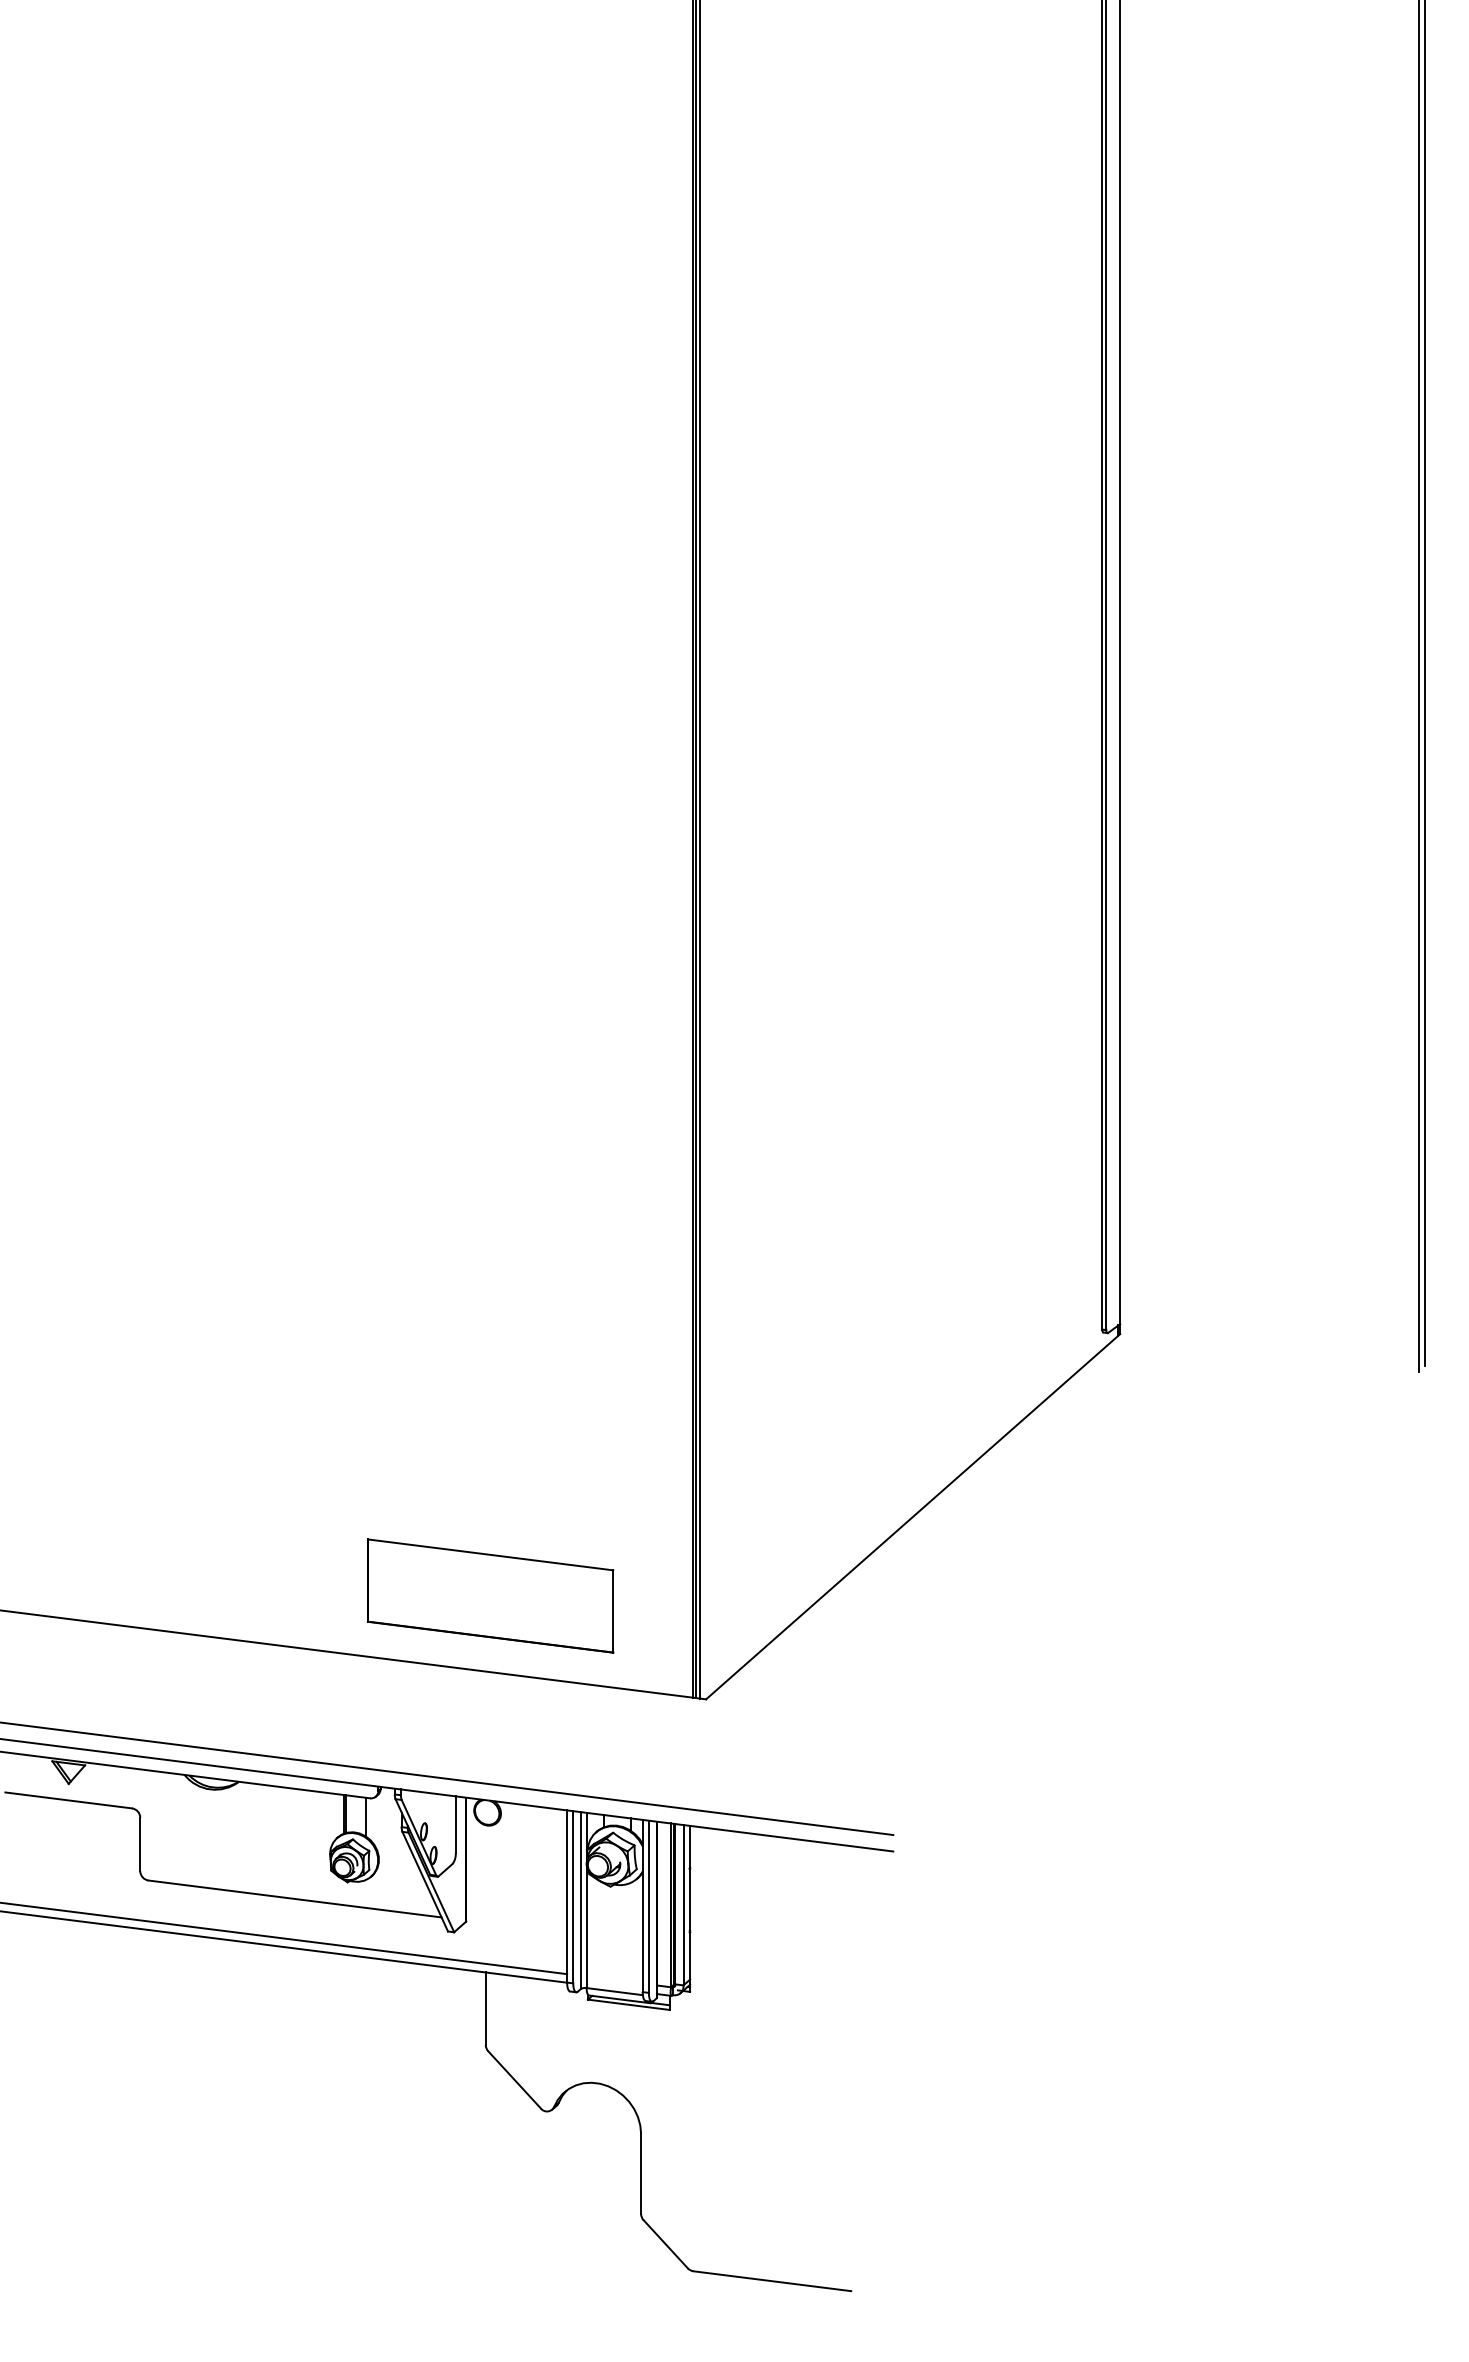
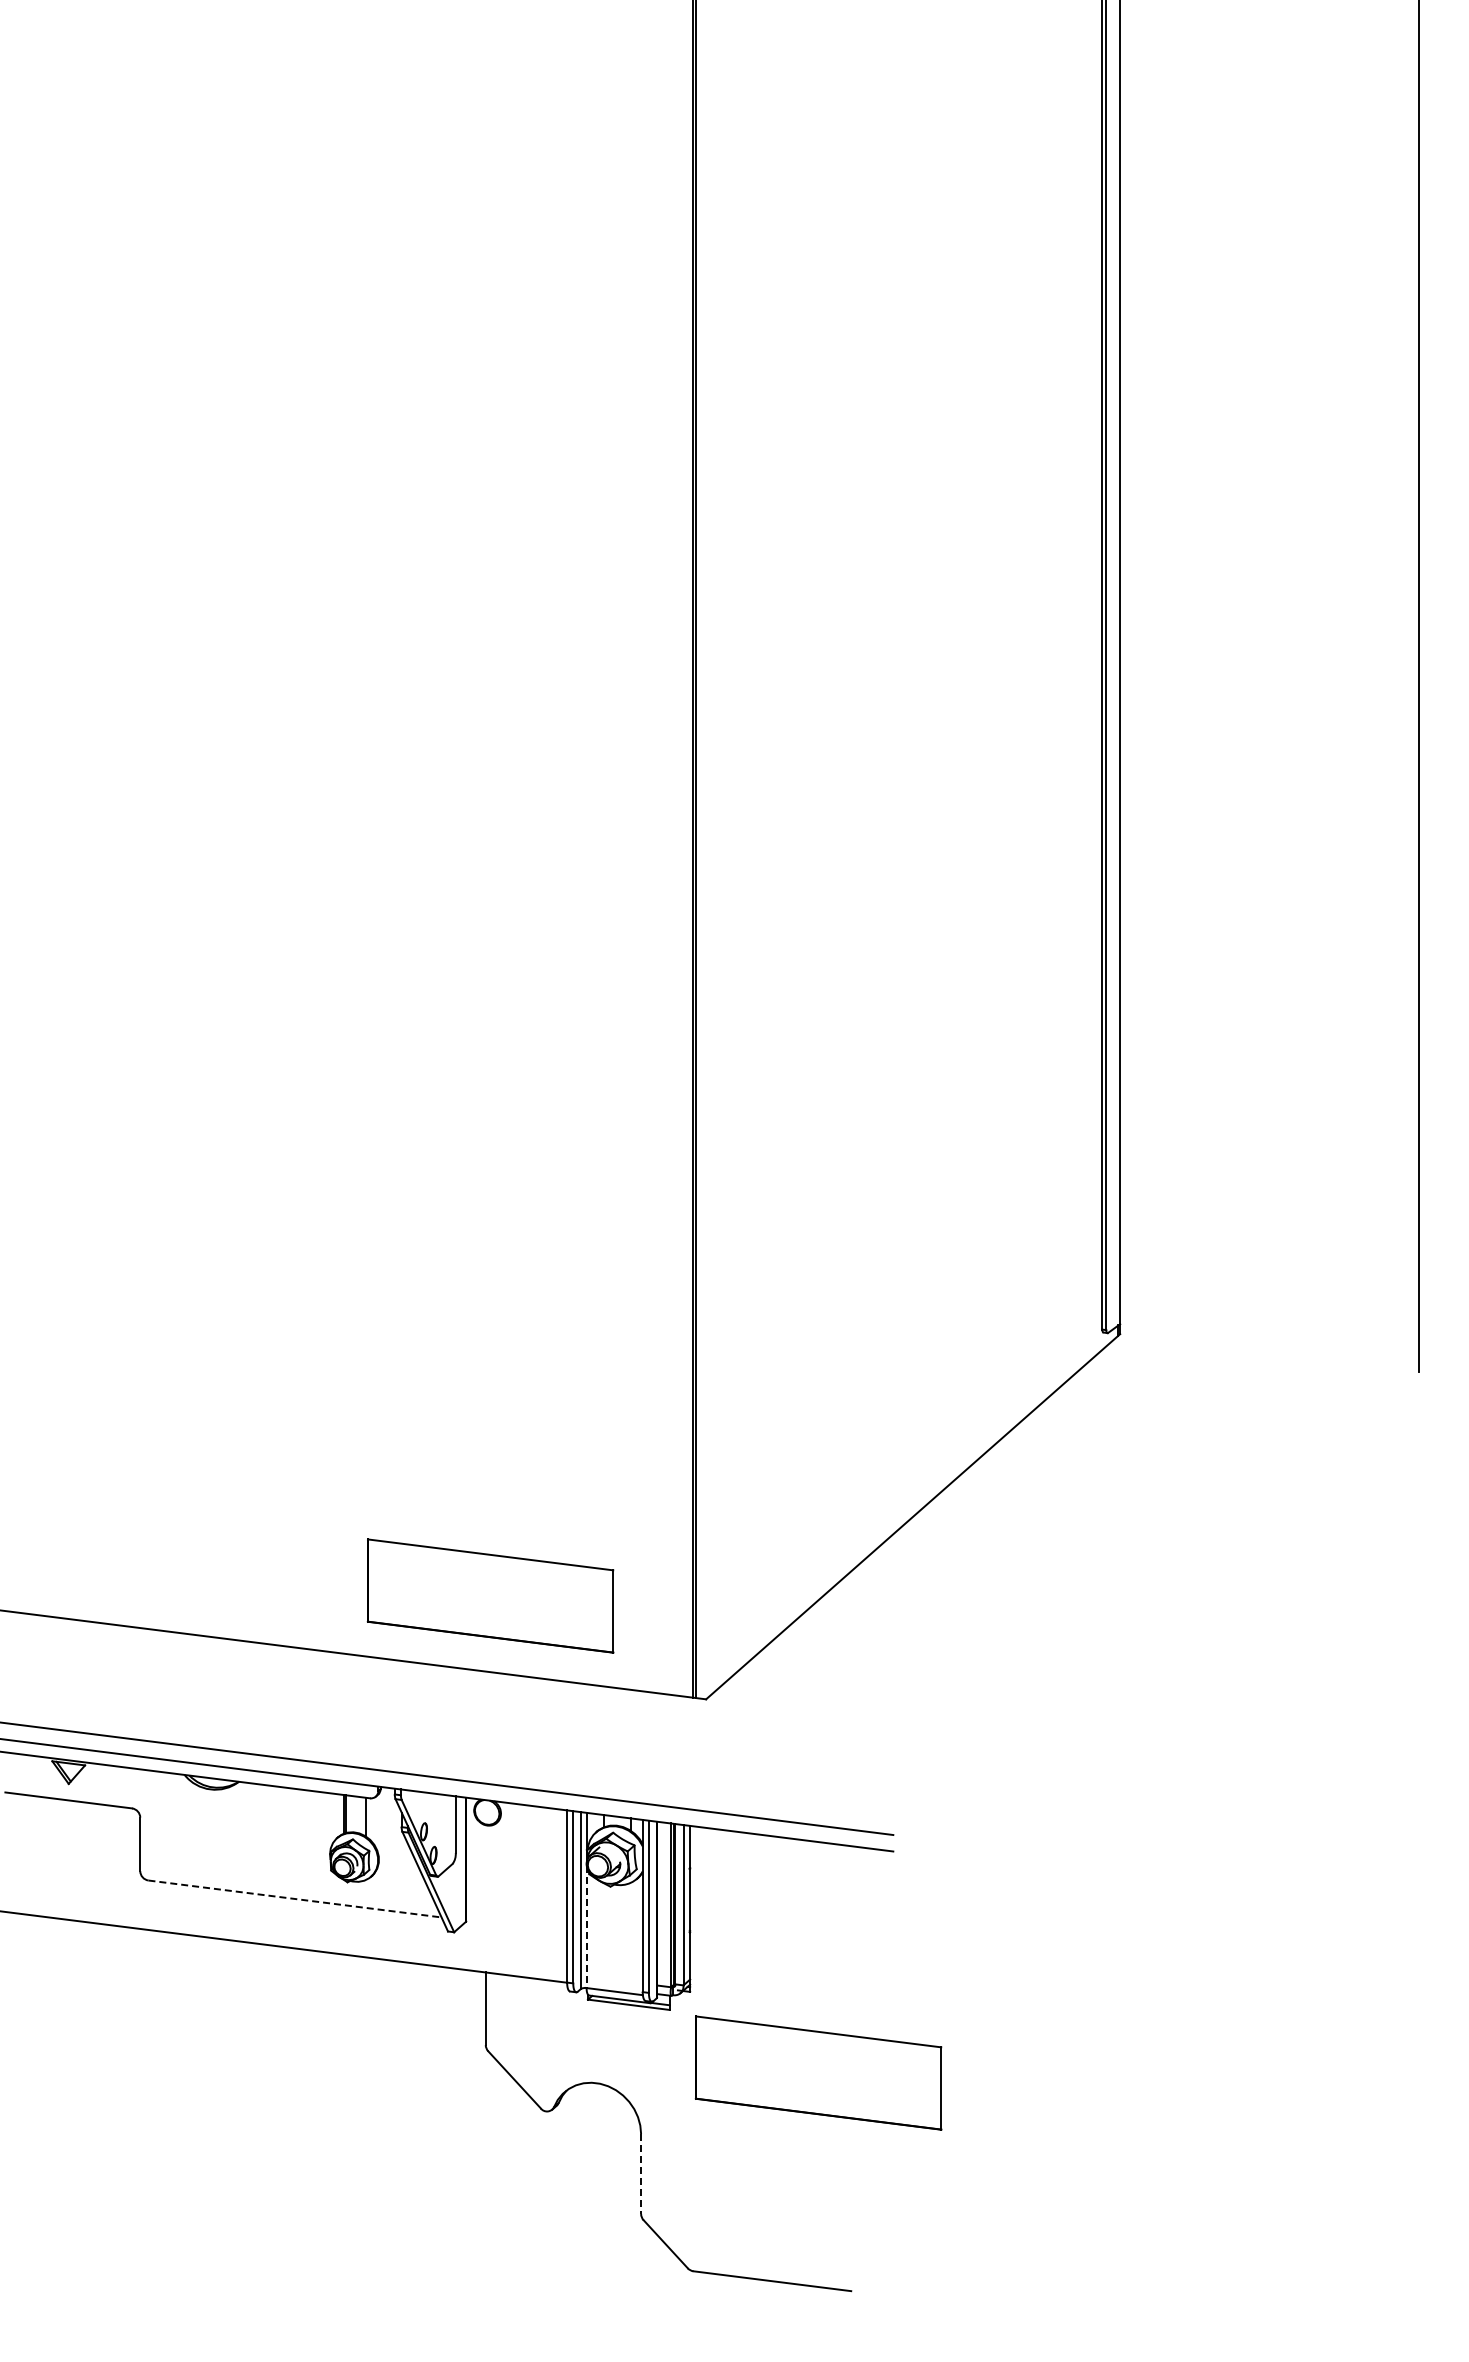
line at (1424, 684): present -> none
line at (700, 850): present -> none
line at (295, 1898): solid -> dashed
line at (586, 1927): solid -> dashed
line at (284, 1938): present -> none
part at (818, 2072): none -> present
line at (641, 2174): solid -> dashed
